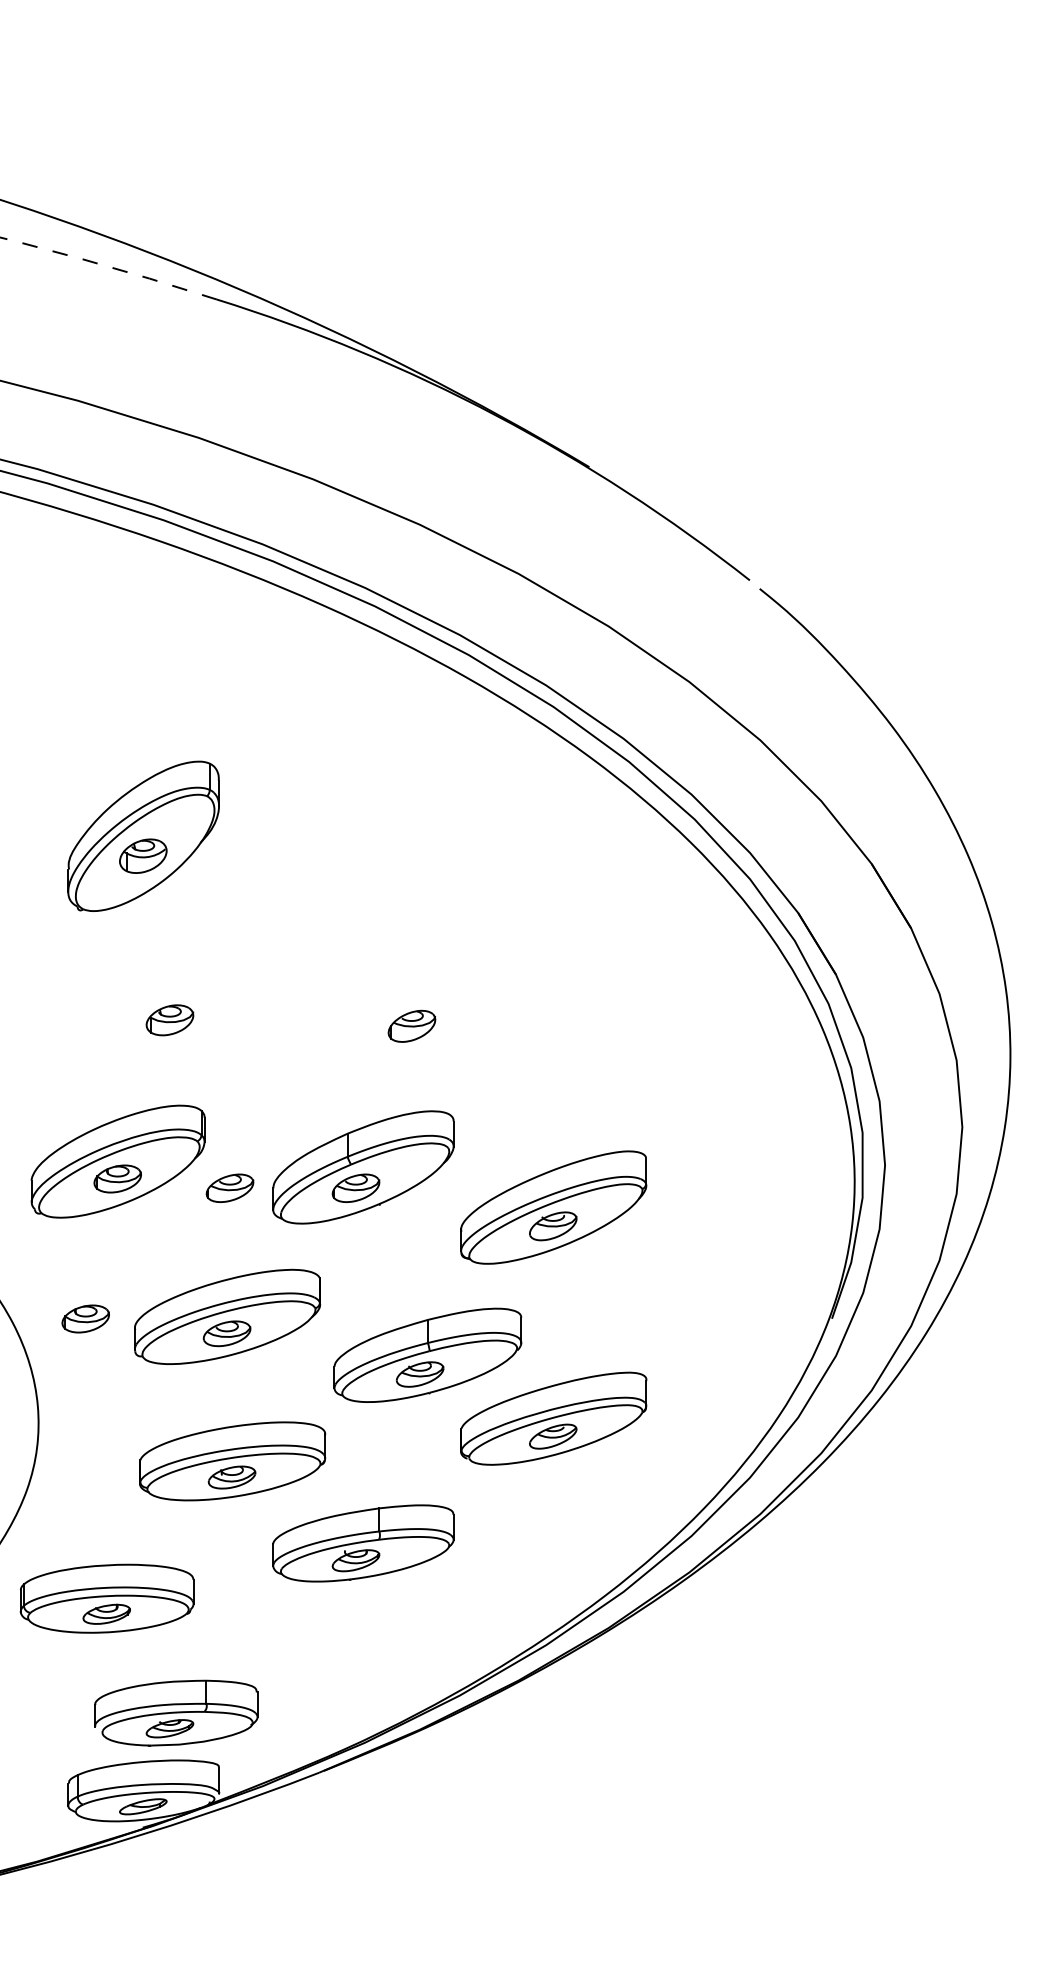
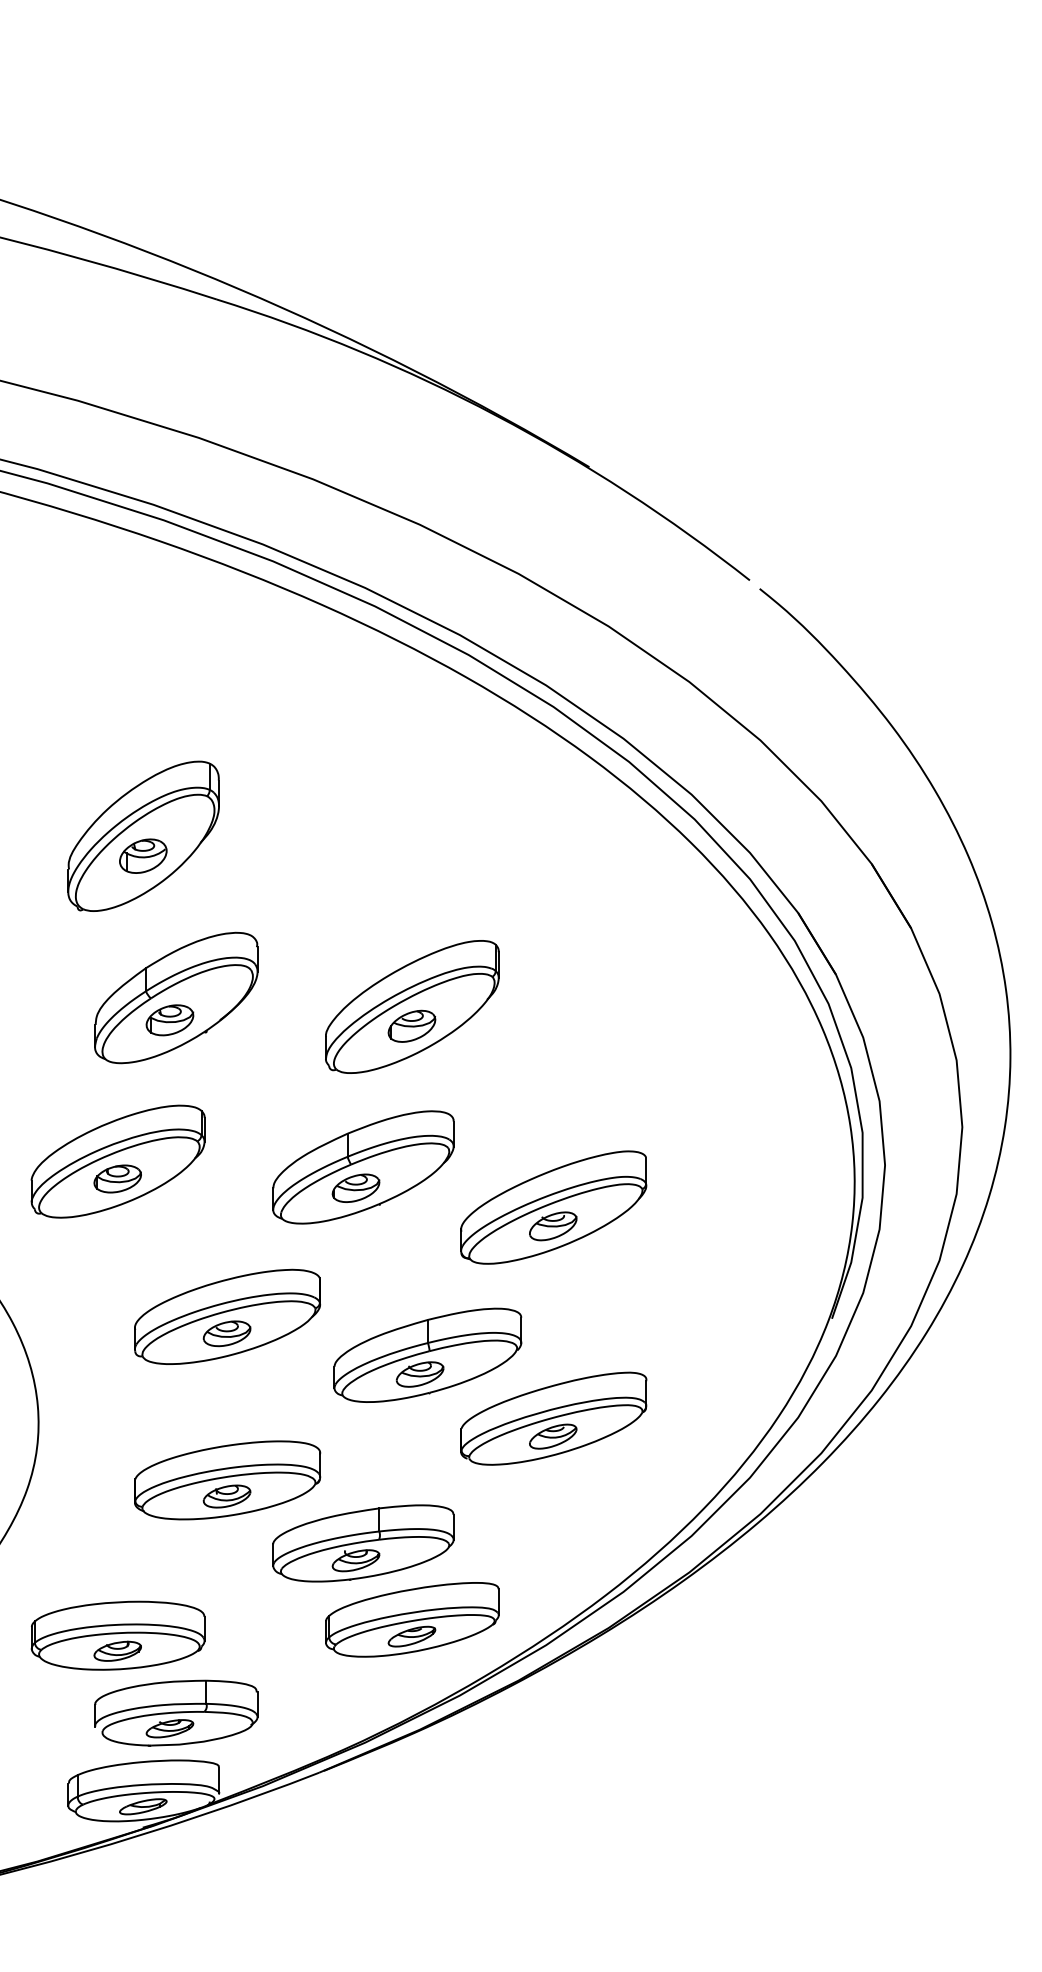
arc at (108, 266): dashed -> solid
part at (176, 997): none -> present
part at (412, 1006): none -> present
part at (229, 1187): present -> none
part at (85, 1318): present -> none
part at (232, 1461) position: (232, 1461) -> (227, 1480)
part at (106, 1598) position: (106, 1598) -> (117, 1635)
part at (412, 1619): none -> present
